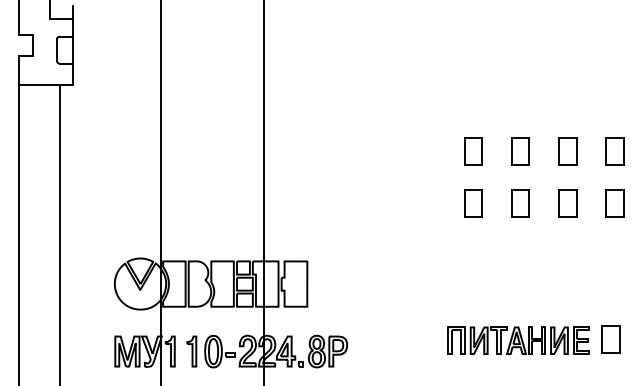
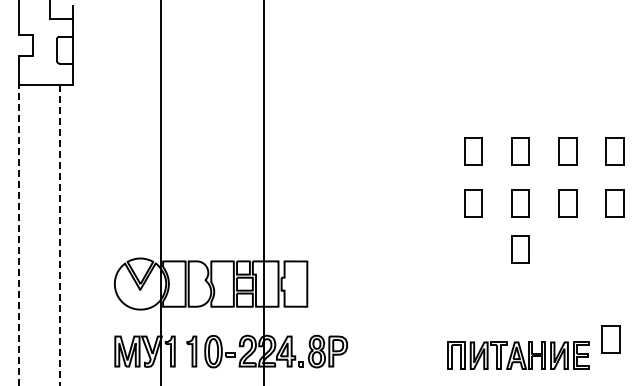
line at (19, 235): solid -> dashed
line at (59, 235): solid -> dashed
part at (520, 249): none -> present
part at (518, 340) position: (518, 340) -> (518, 355)
